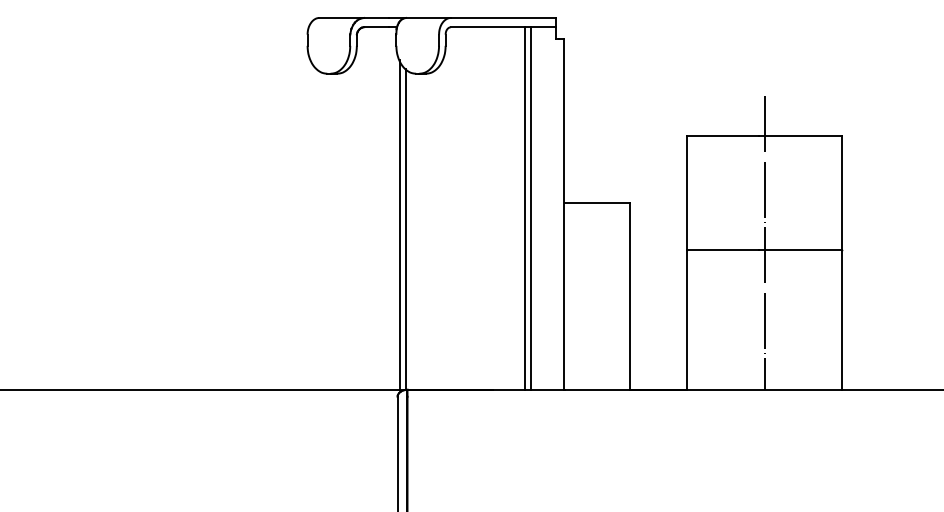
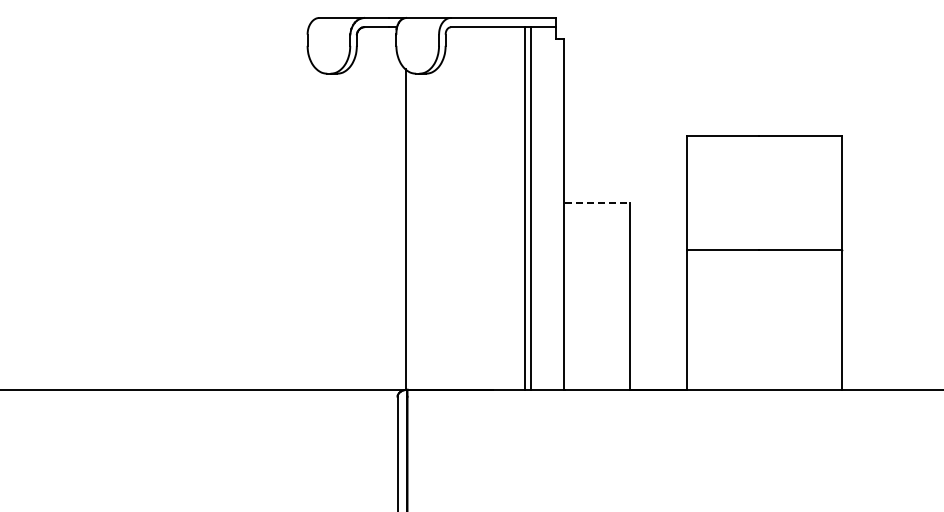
line at (597, 202): solid -> dashed
line at (399, 224): present -> none
line at (765, 242): present -> none
